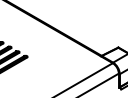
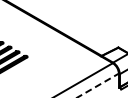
line at (98, 85): solid -> dashed
